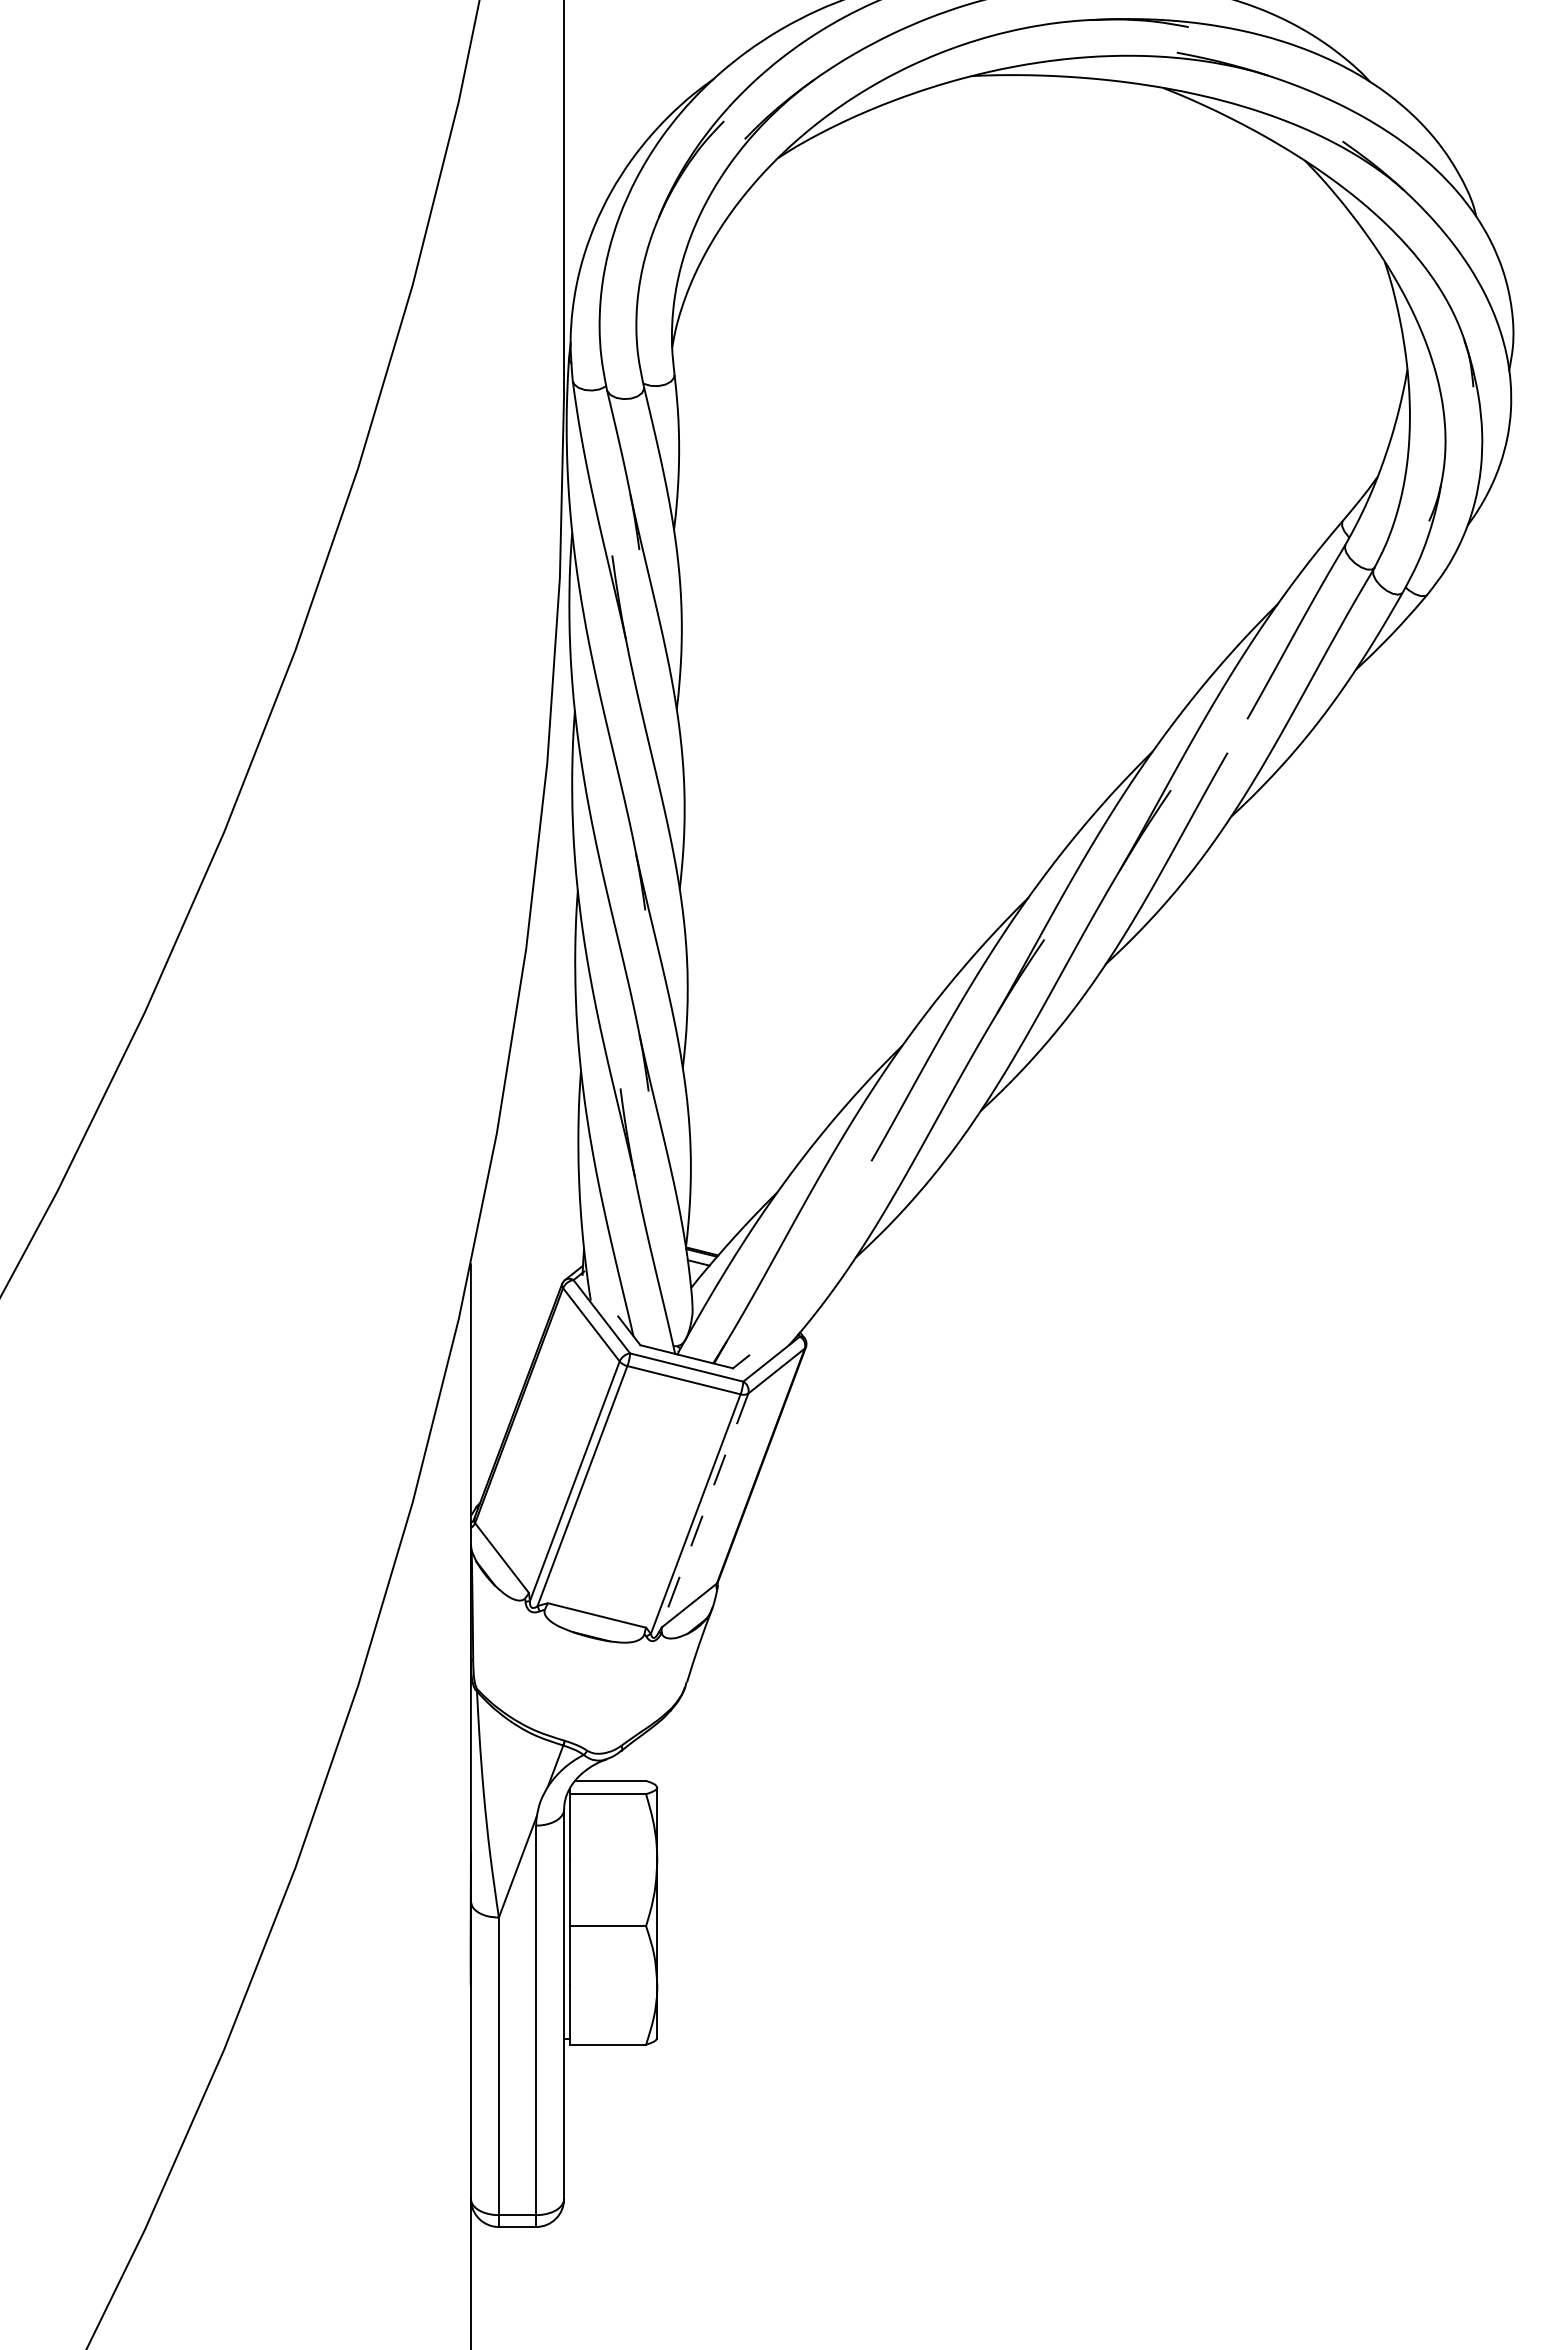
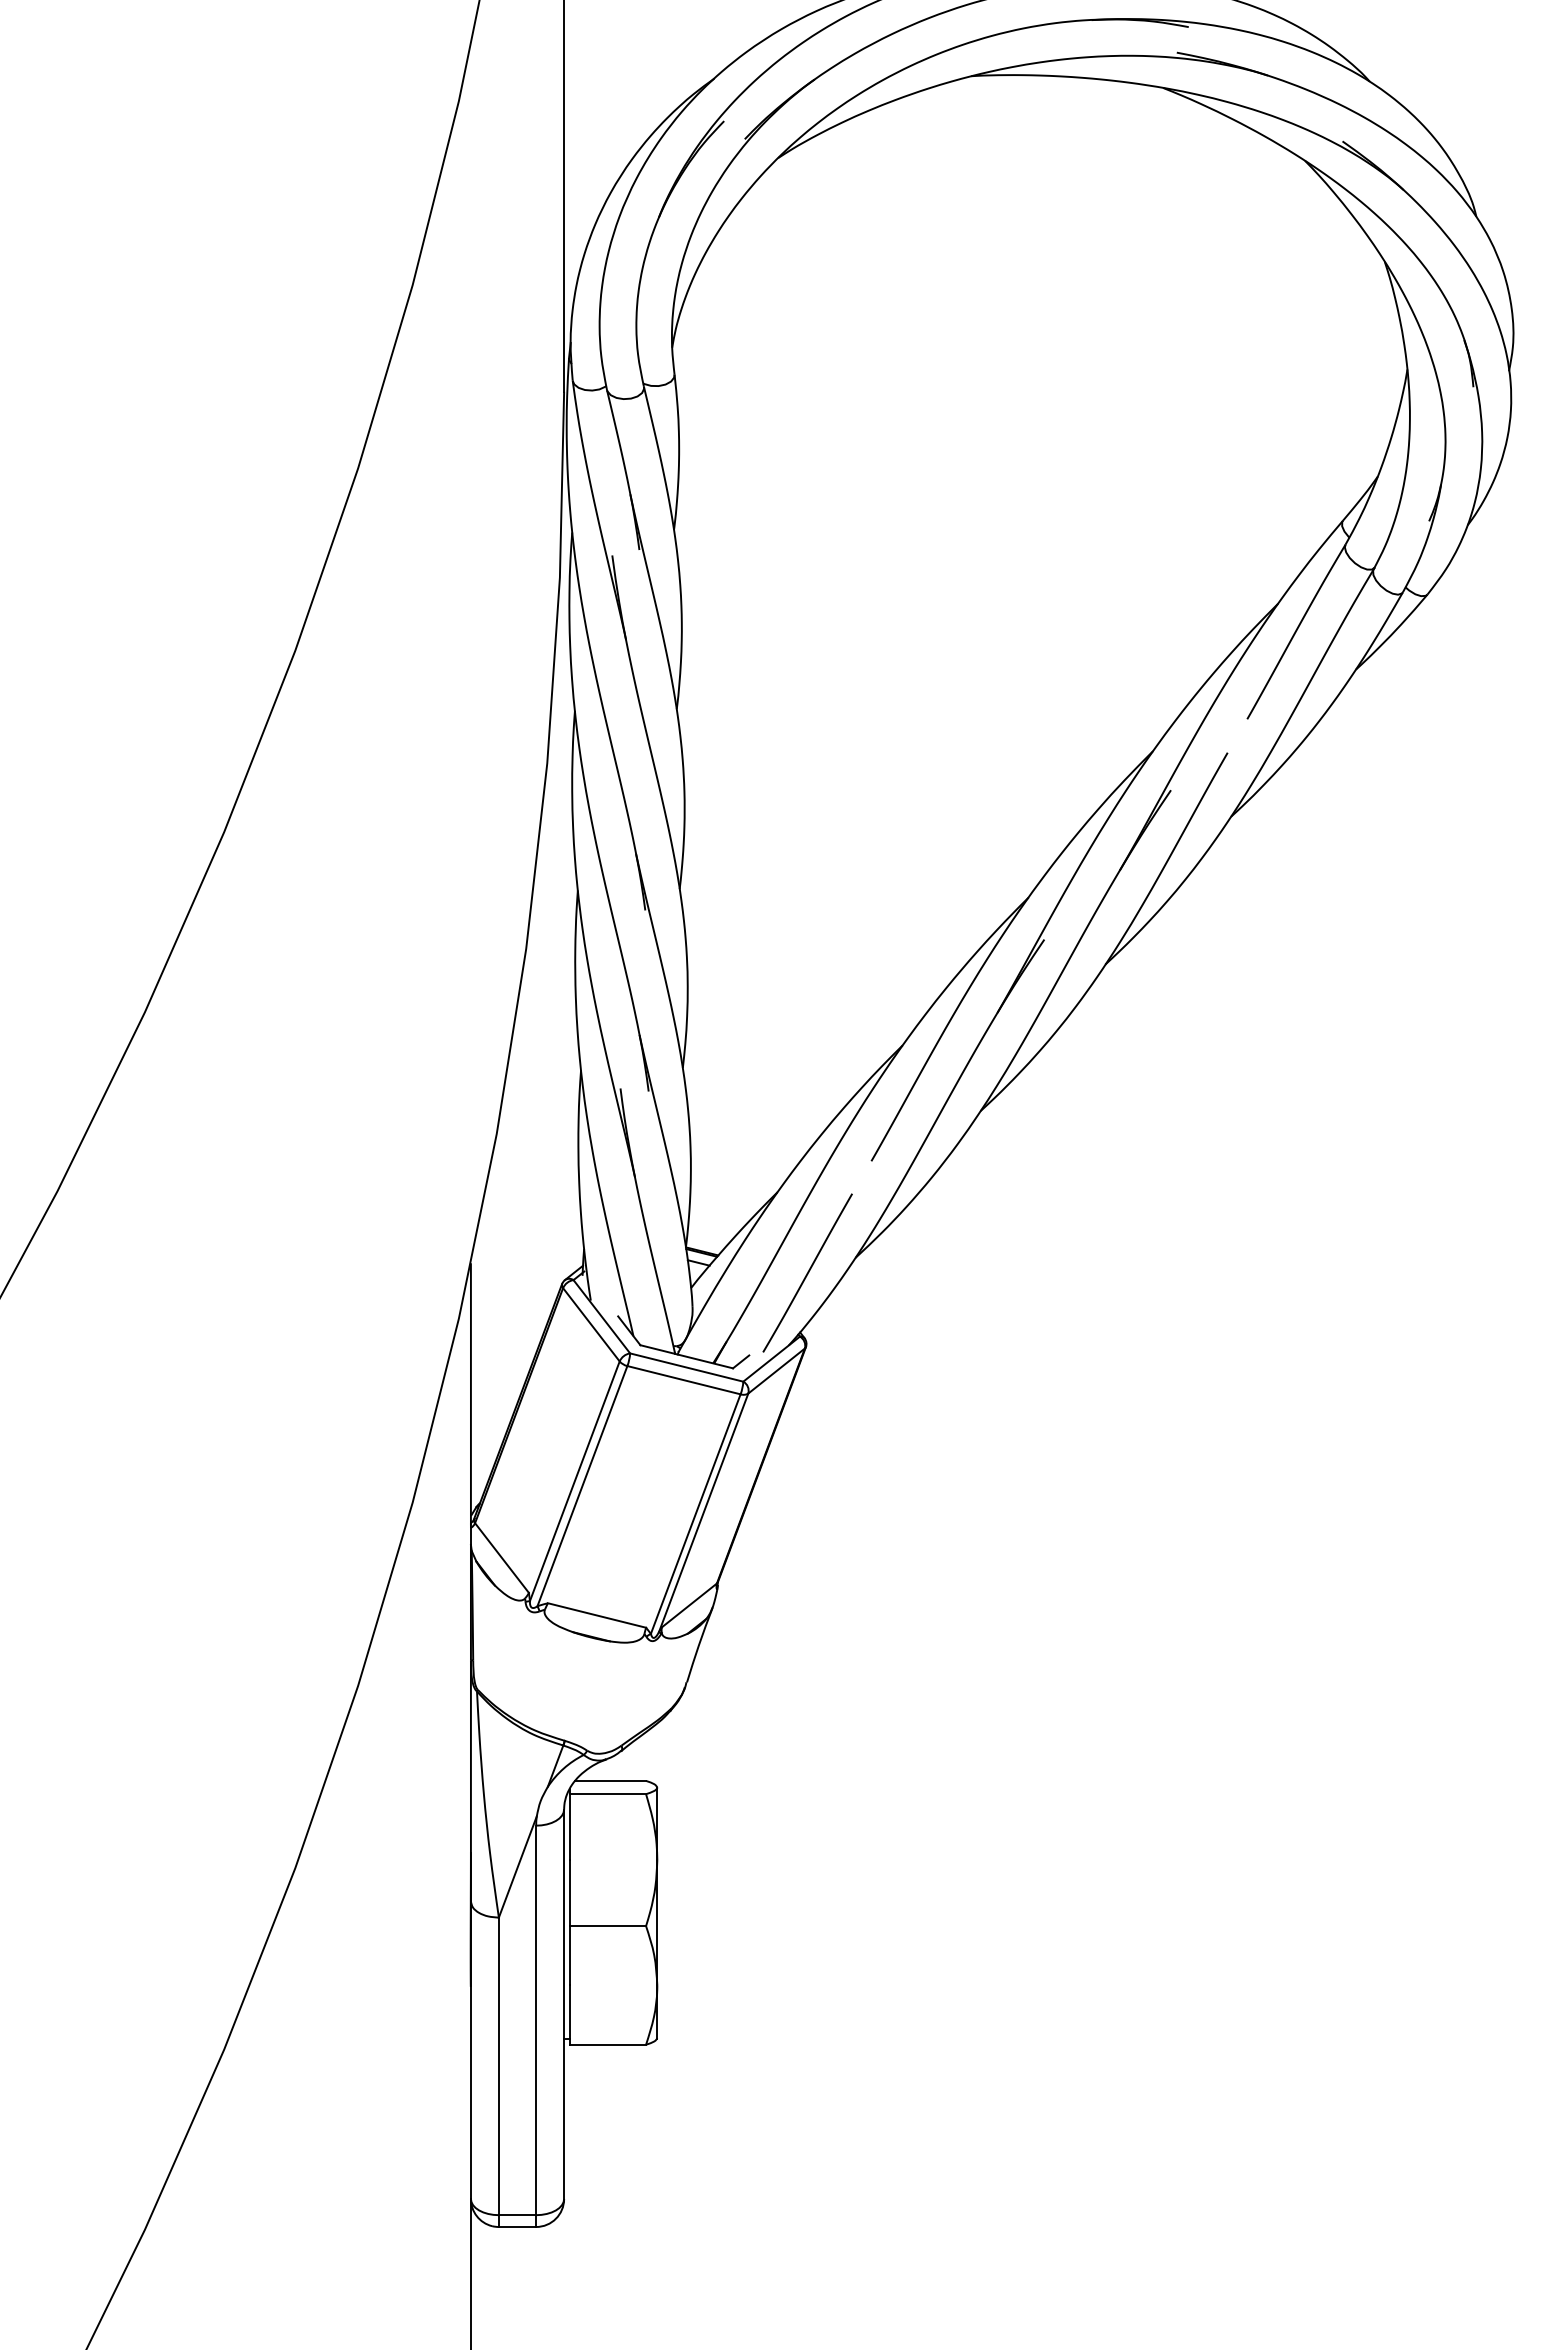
line at (807, 1272): none -> present
line at (703, 1513): dashed -> solid
